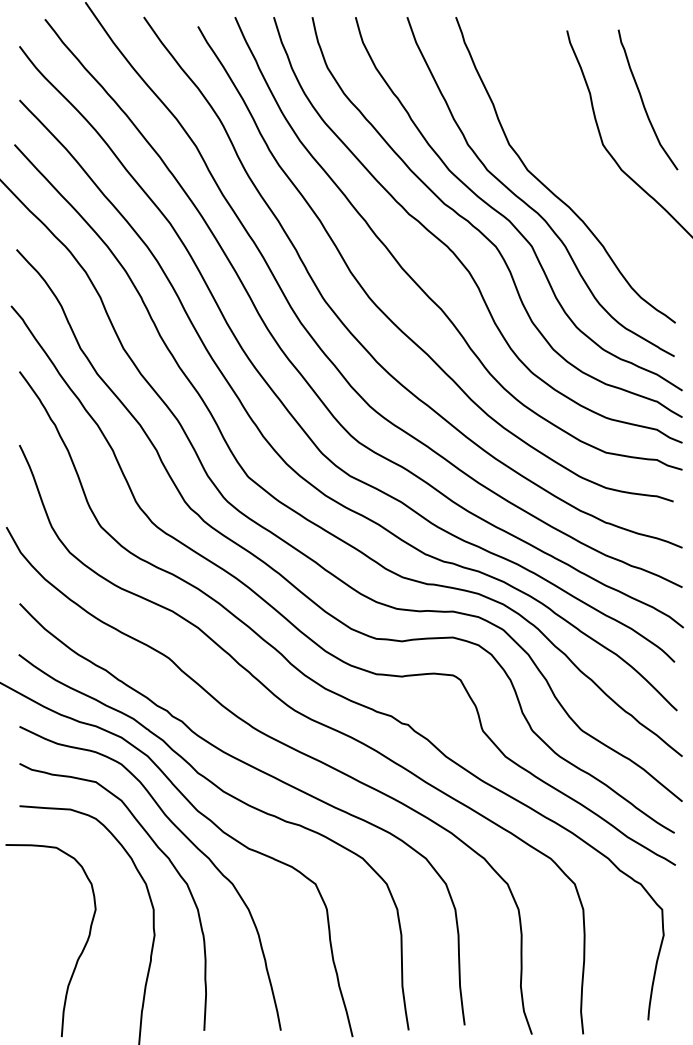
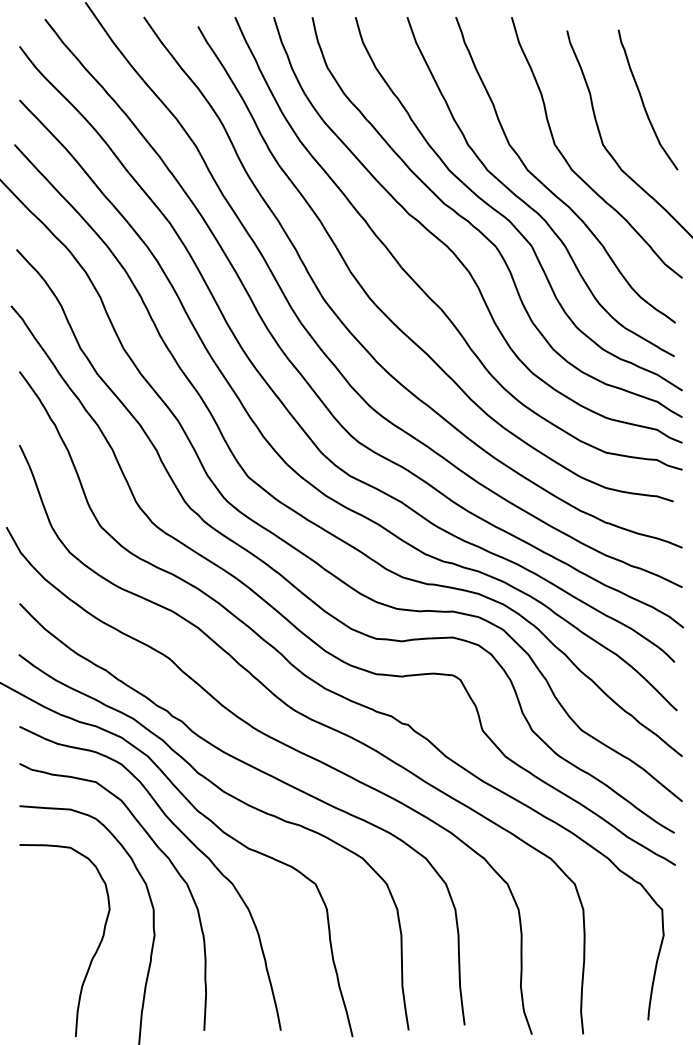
curve at (570, 165): none -> present
curve at (78, 956) position: (78, 956) -> (92, 956)
